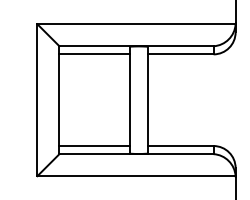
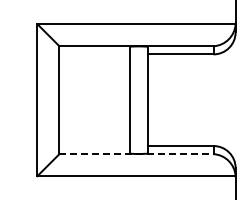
line at (94, 54): present -> none
line at (94, 146): present -> none
line at (137, 154): solid -> dashed
